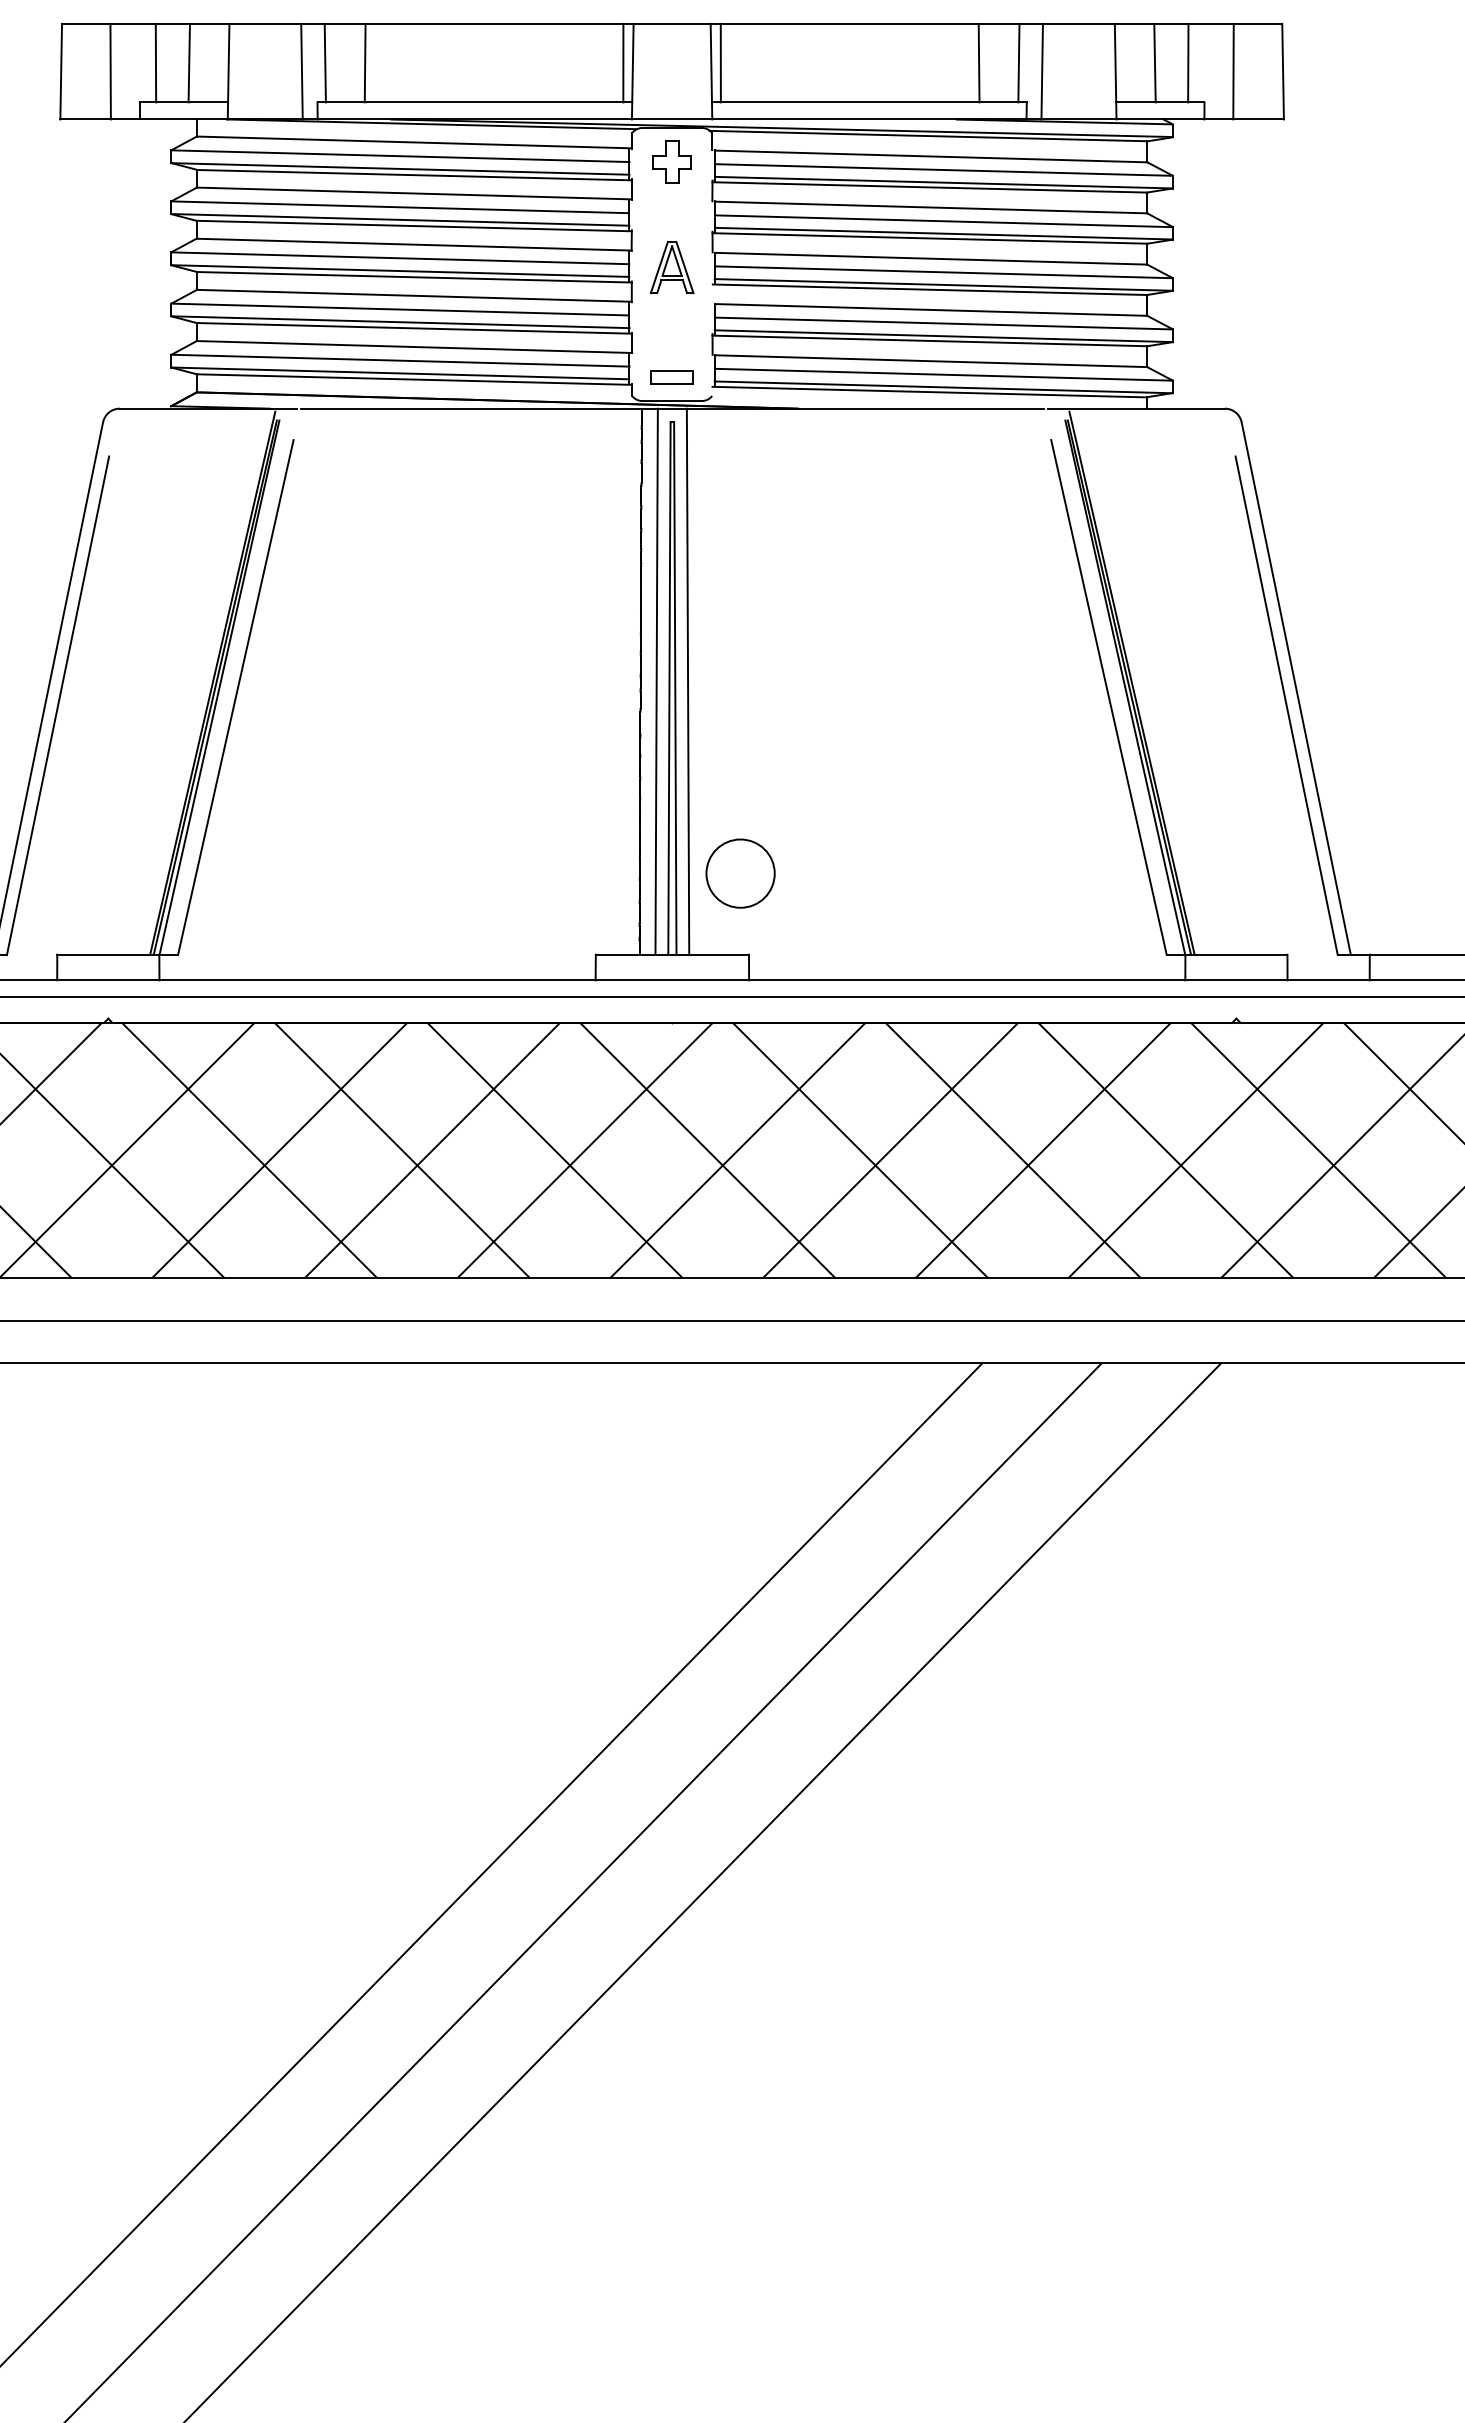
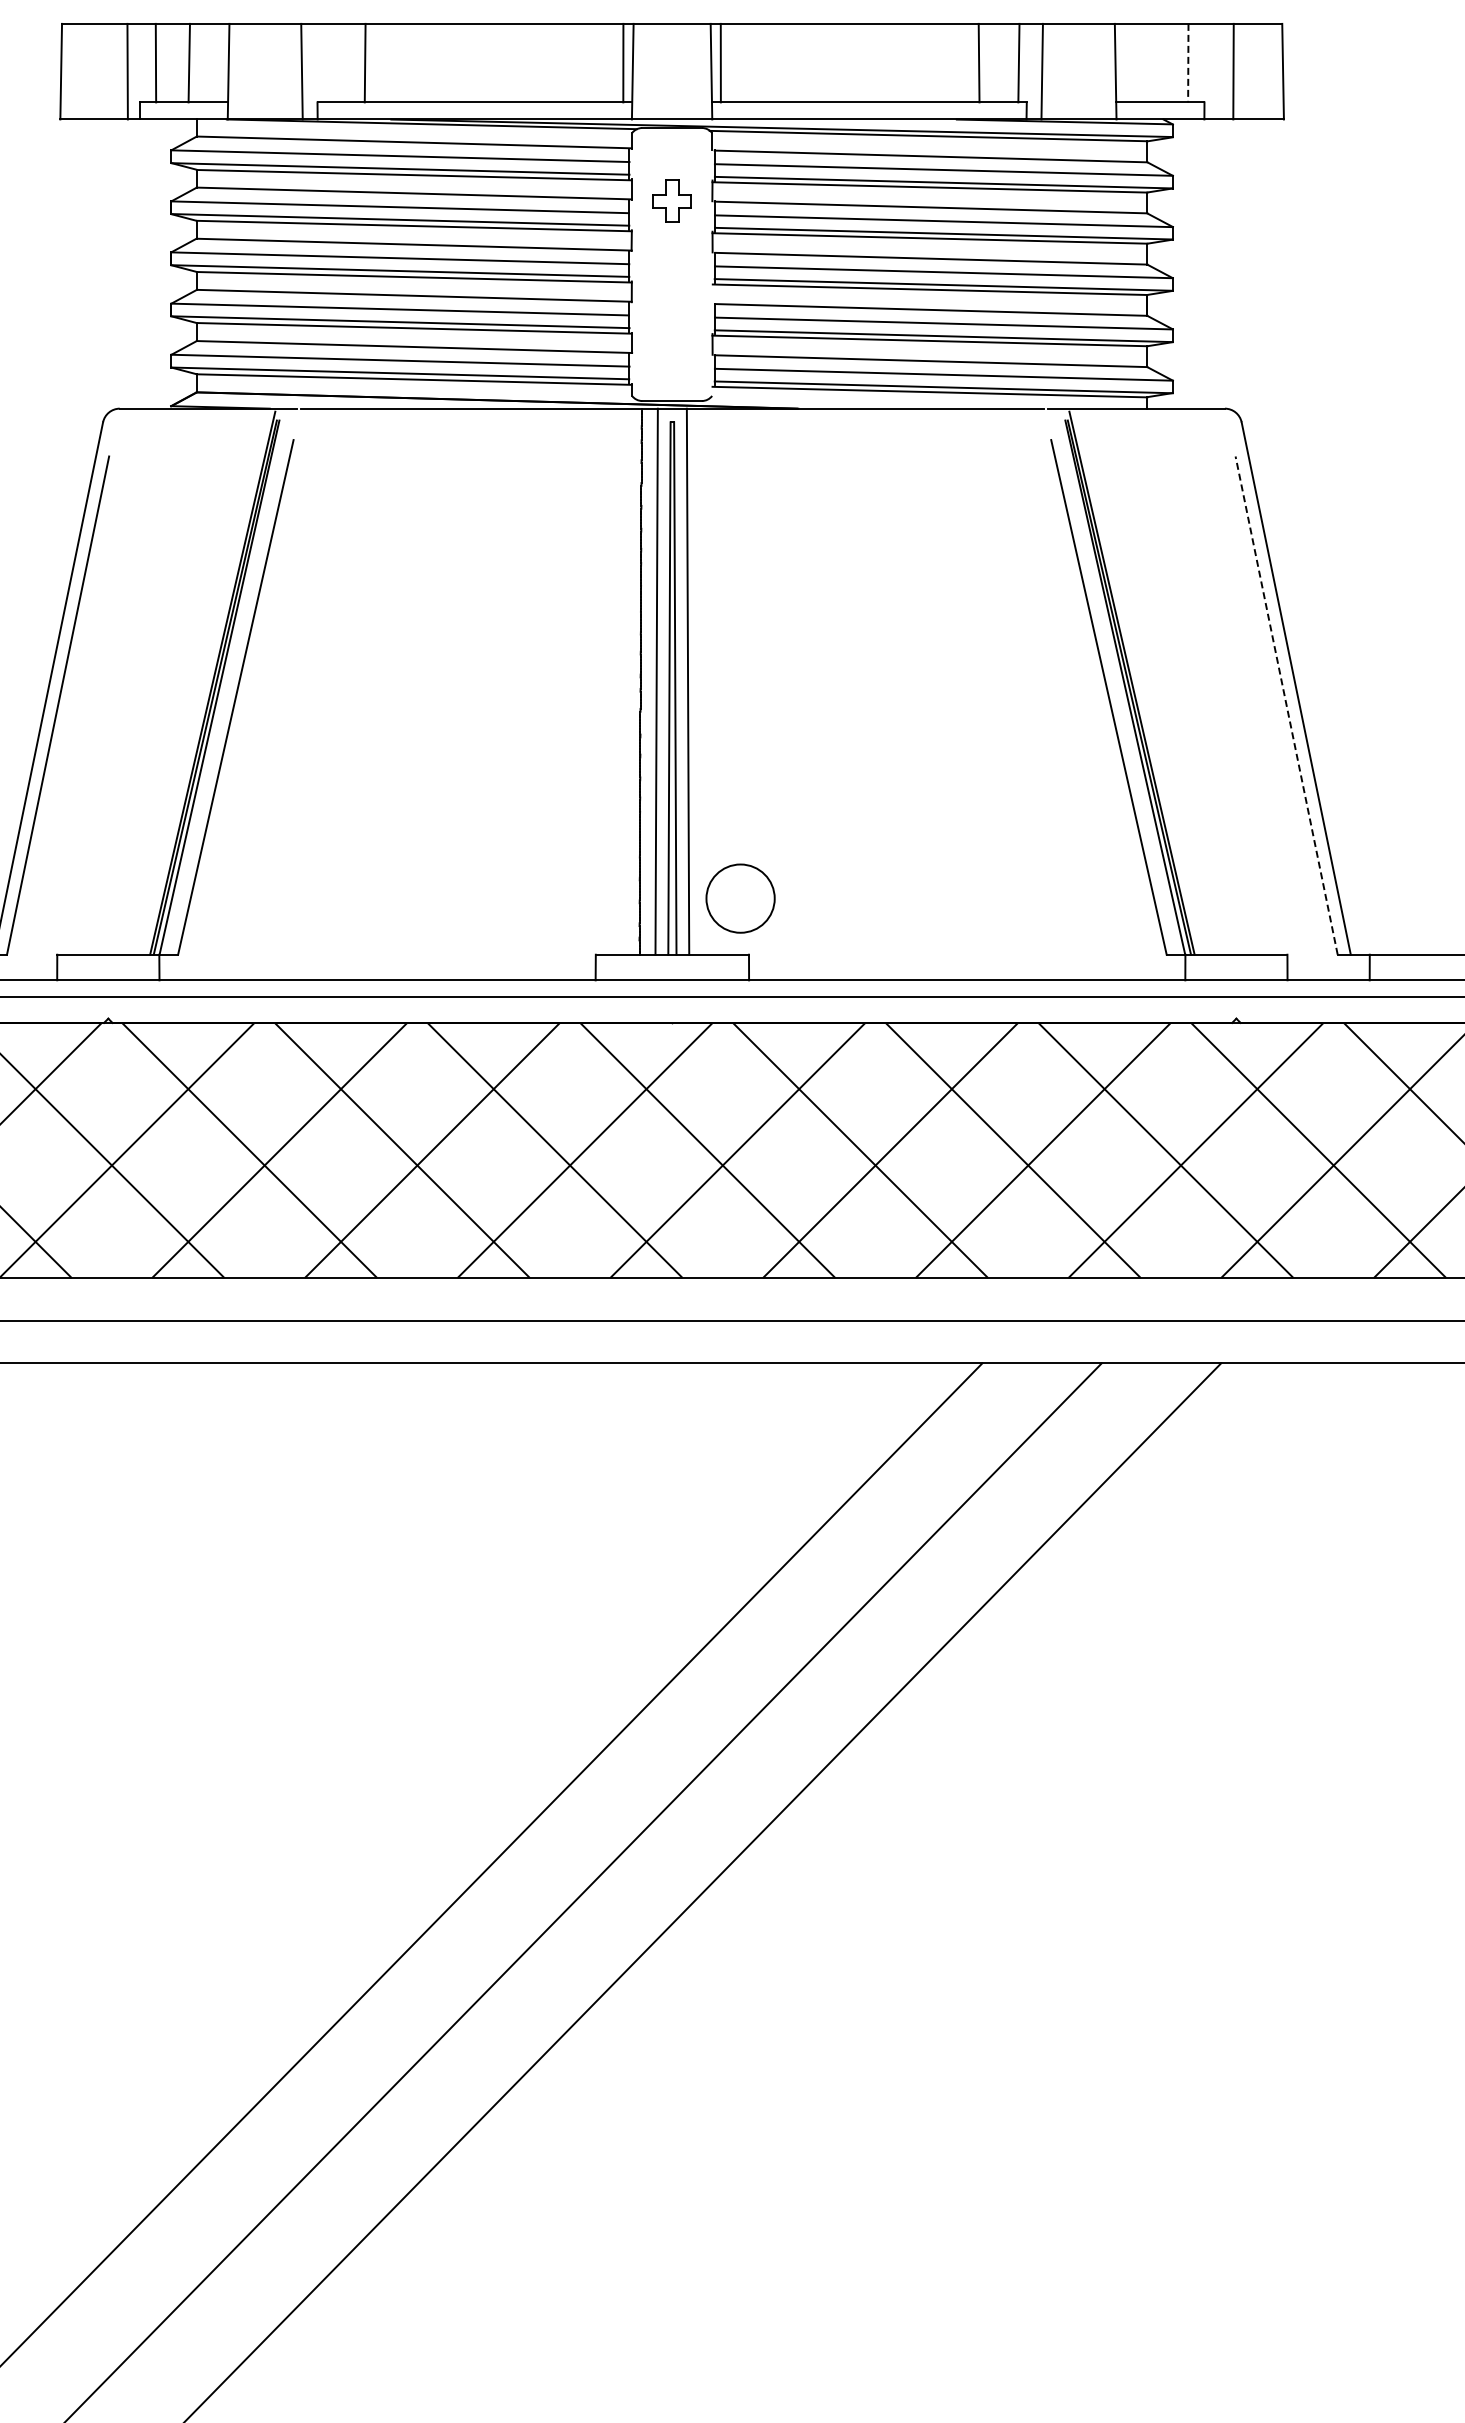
line at (324, 62): present -> none
line at (1154, 62): present -> none
line at (1188, 63): solid -> dashed
line at (110, 71) position: (110, 71) -> (127, 71)
part at (671, 161) position: (671, 161) -> (671, 200)
part at (671, 267): present -> none
part at (671, 377): present -> none
line at (1286, 705): solid -> dashed
circle at (740, 873) position: (740, 873) -> (740, 898)
